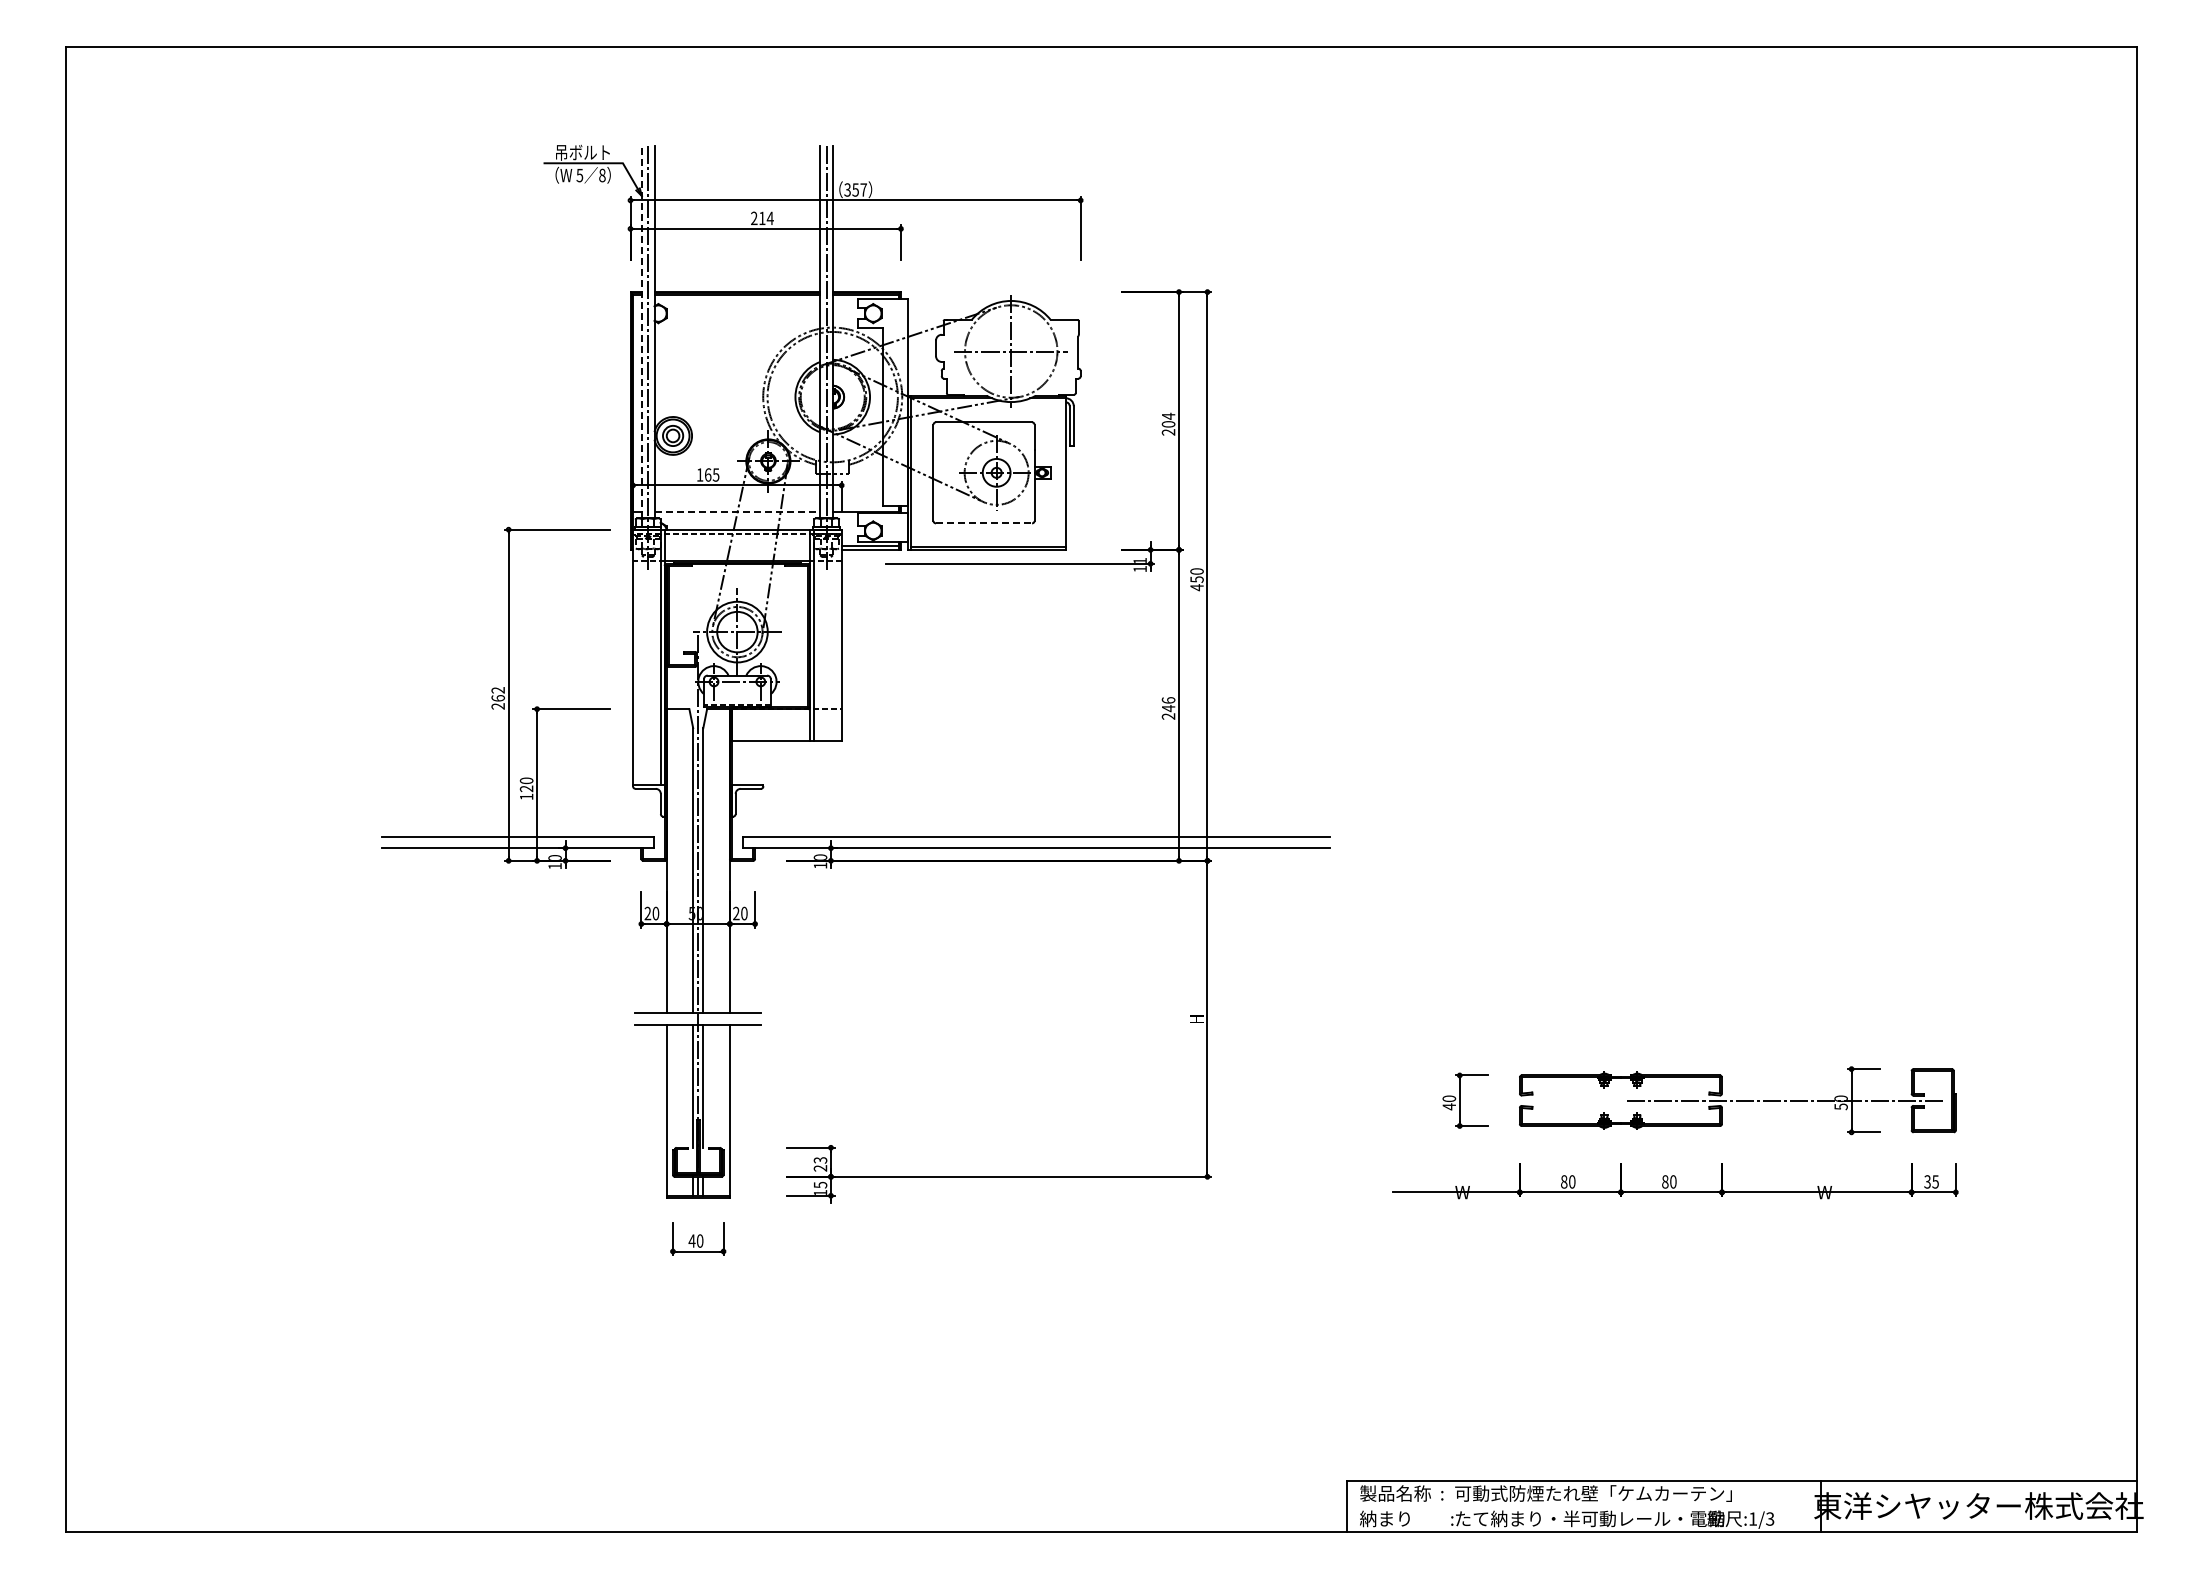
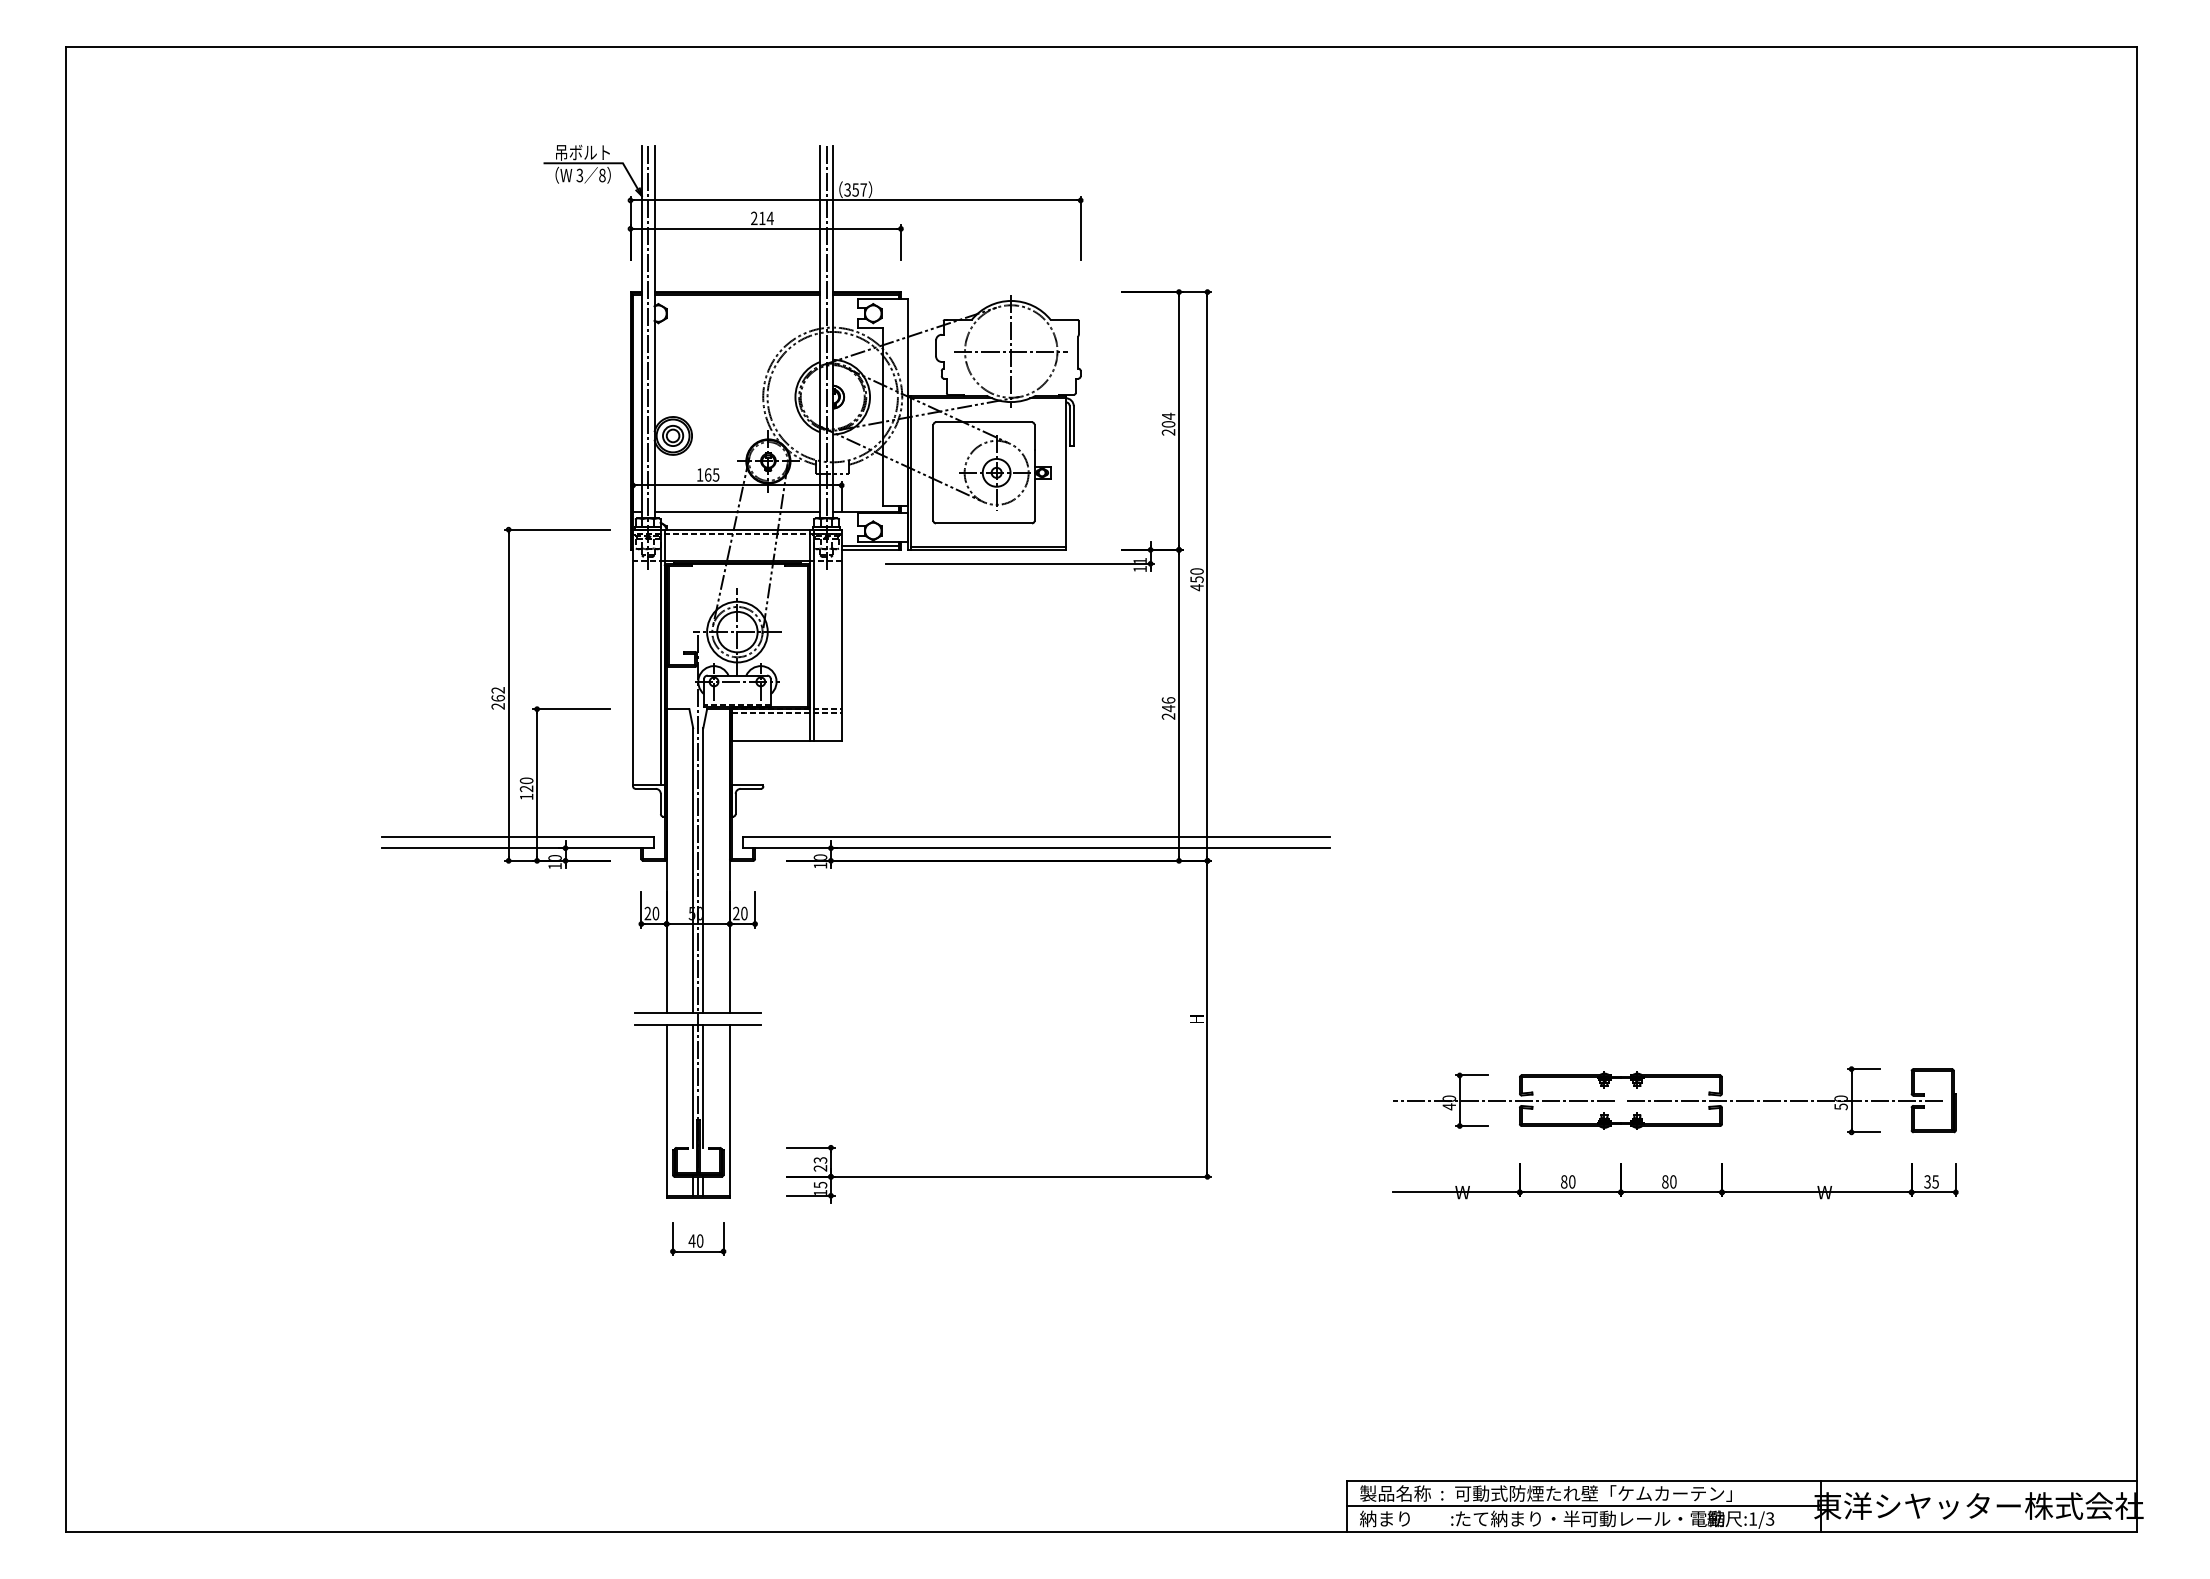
text at (580, 174): 5 -> 3
line at (641, 331): dashed -> solid
line at (737, 512): dashed -> solid
line at (984, 523): dashed -> solid
line at (786, 713): none -> present
line at (1503, 1100): none -> present
line at (1583, 1506): none -> present
